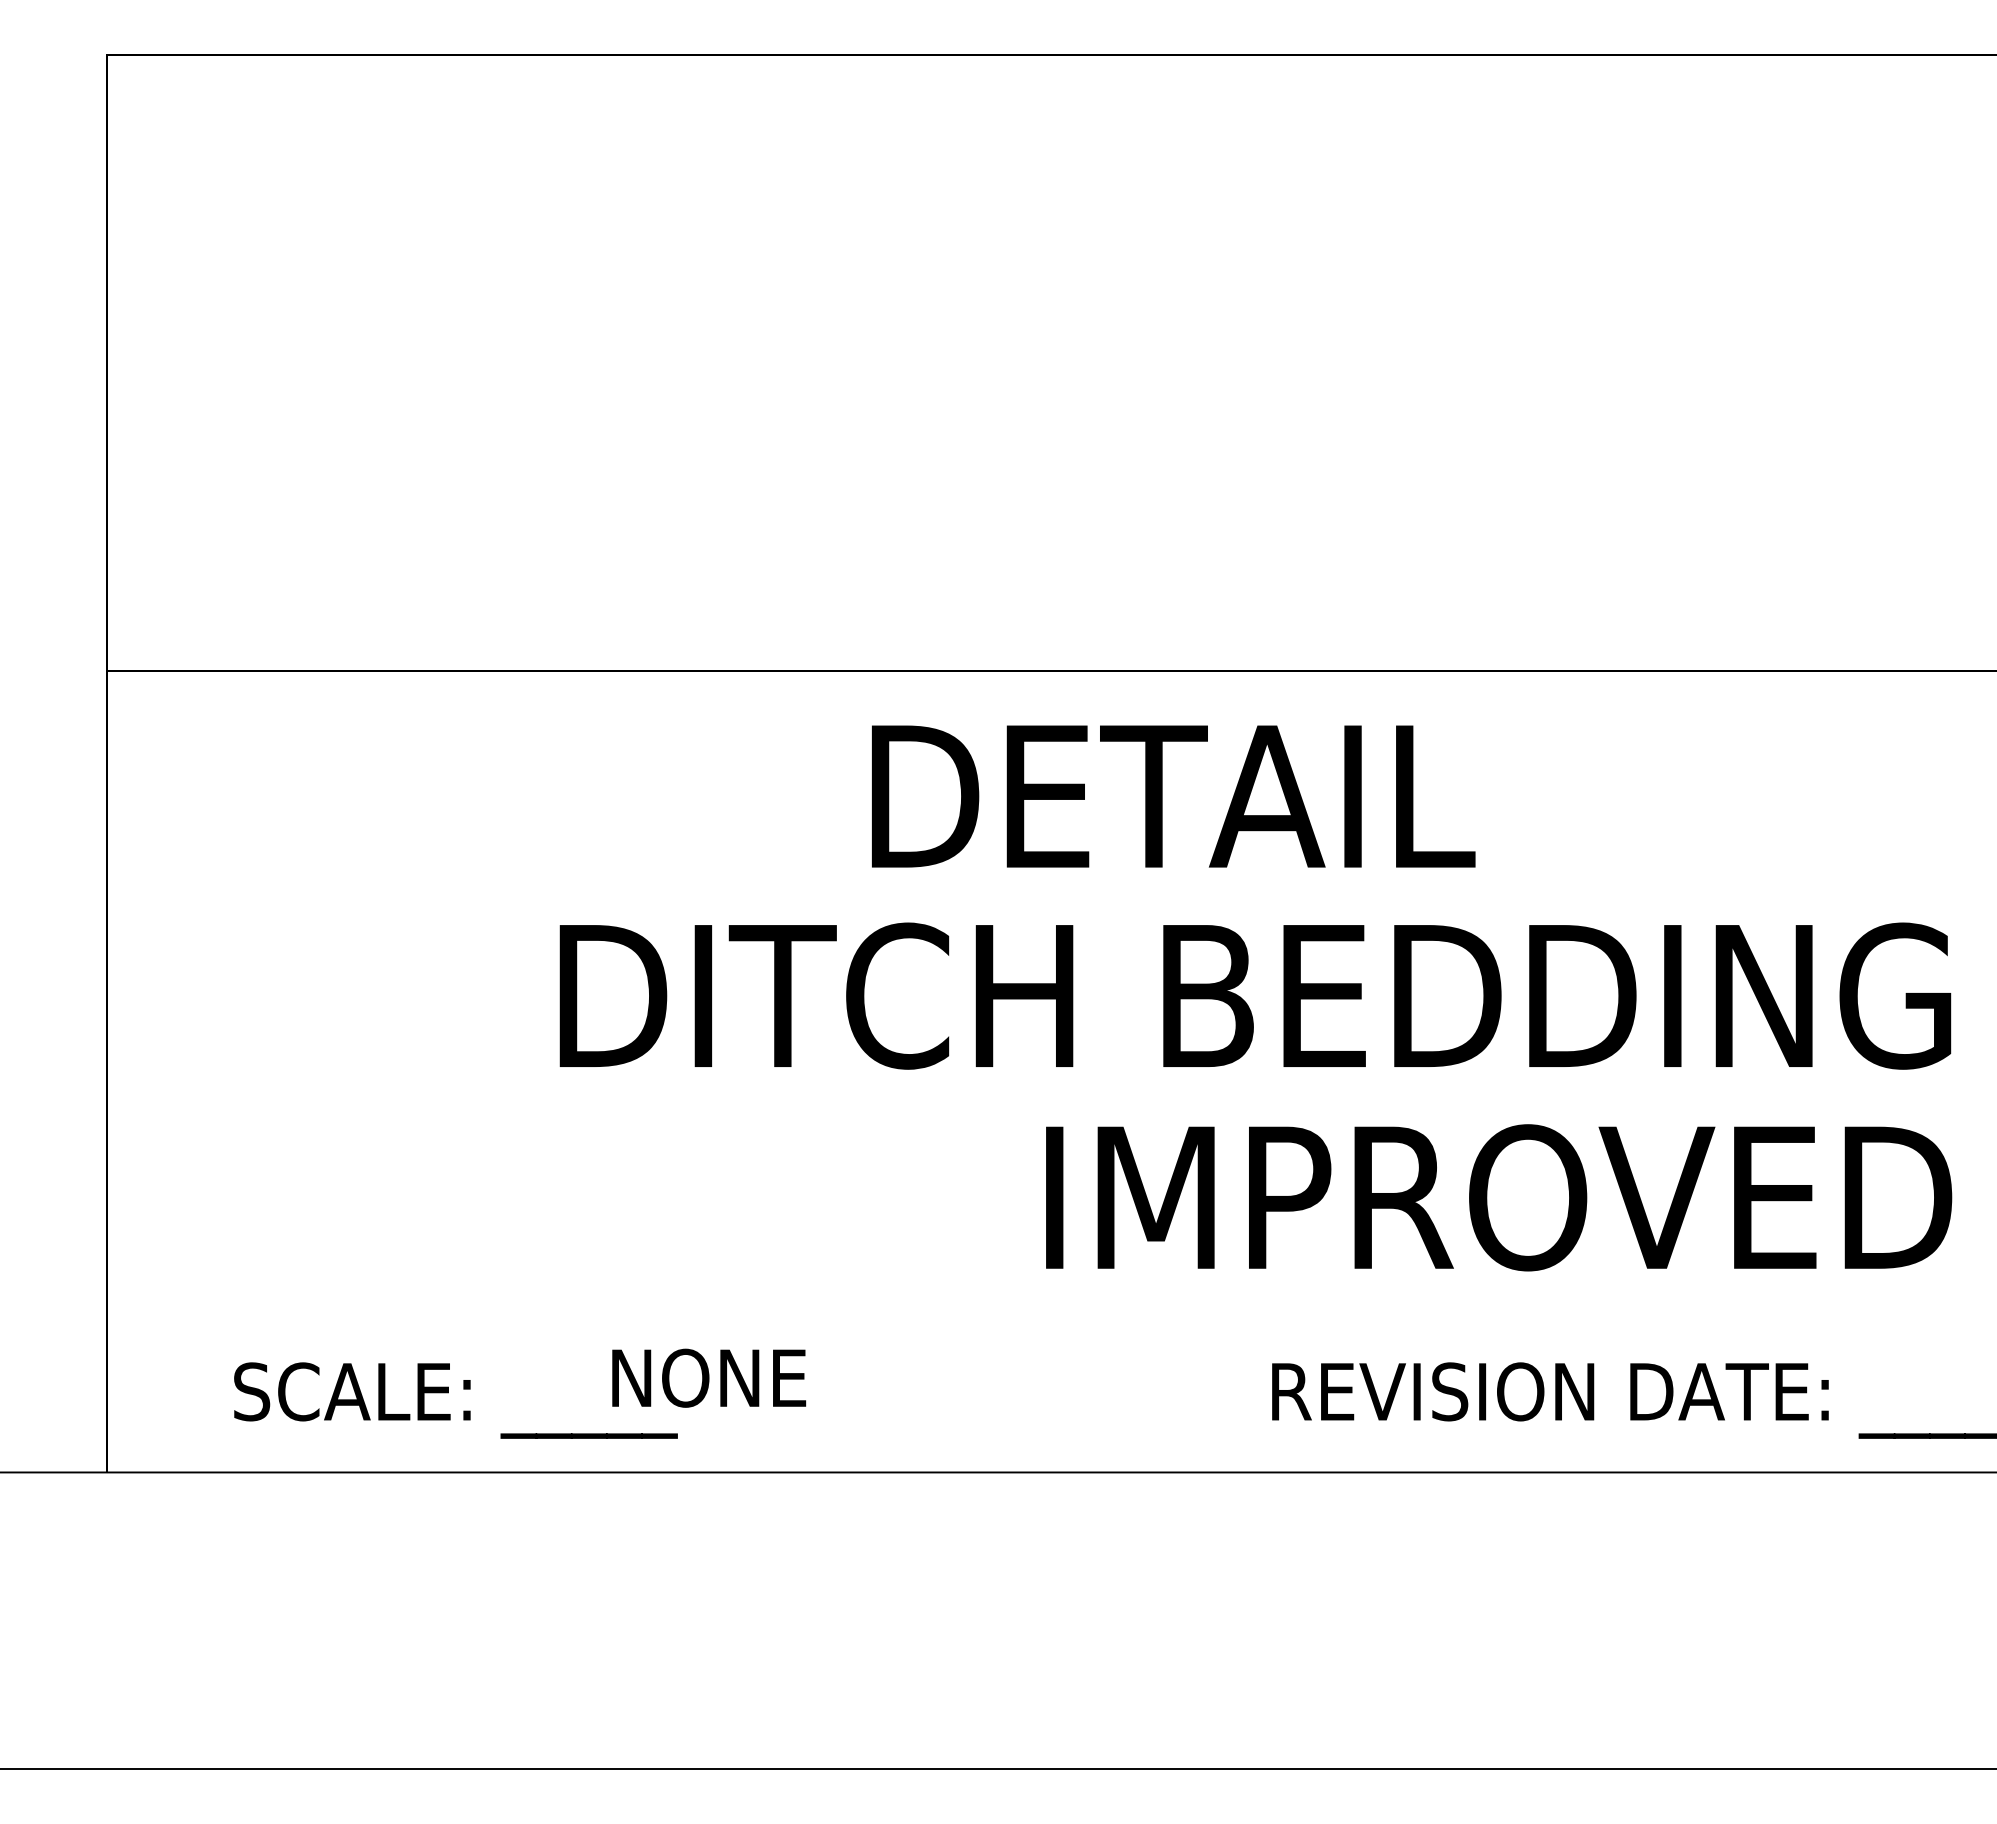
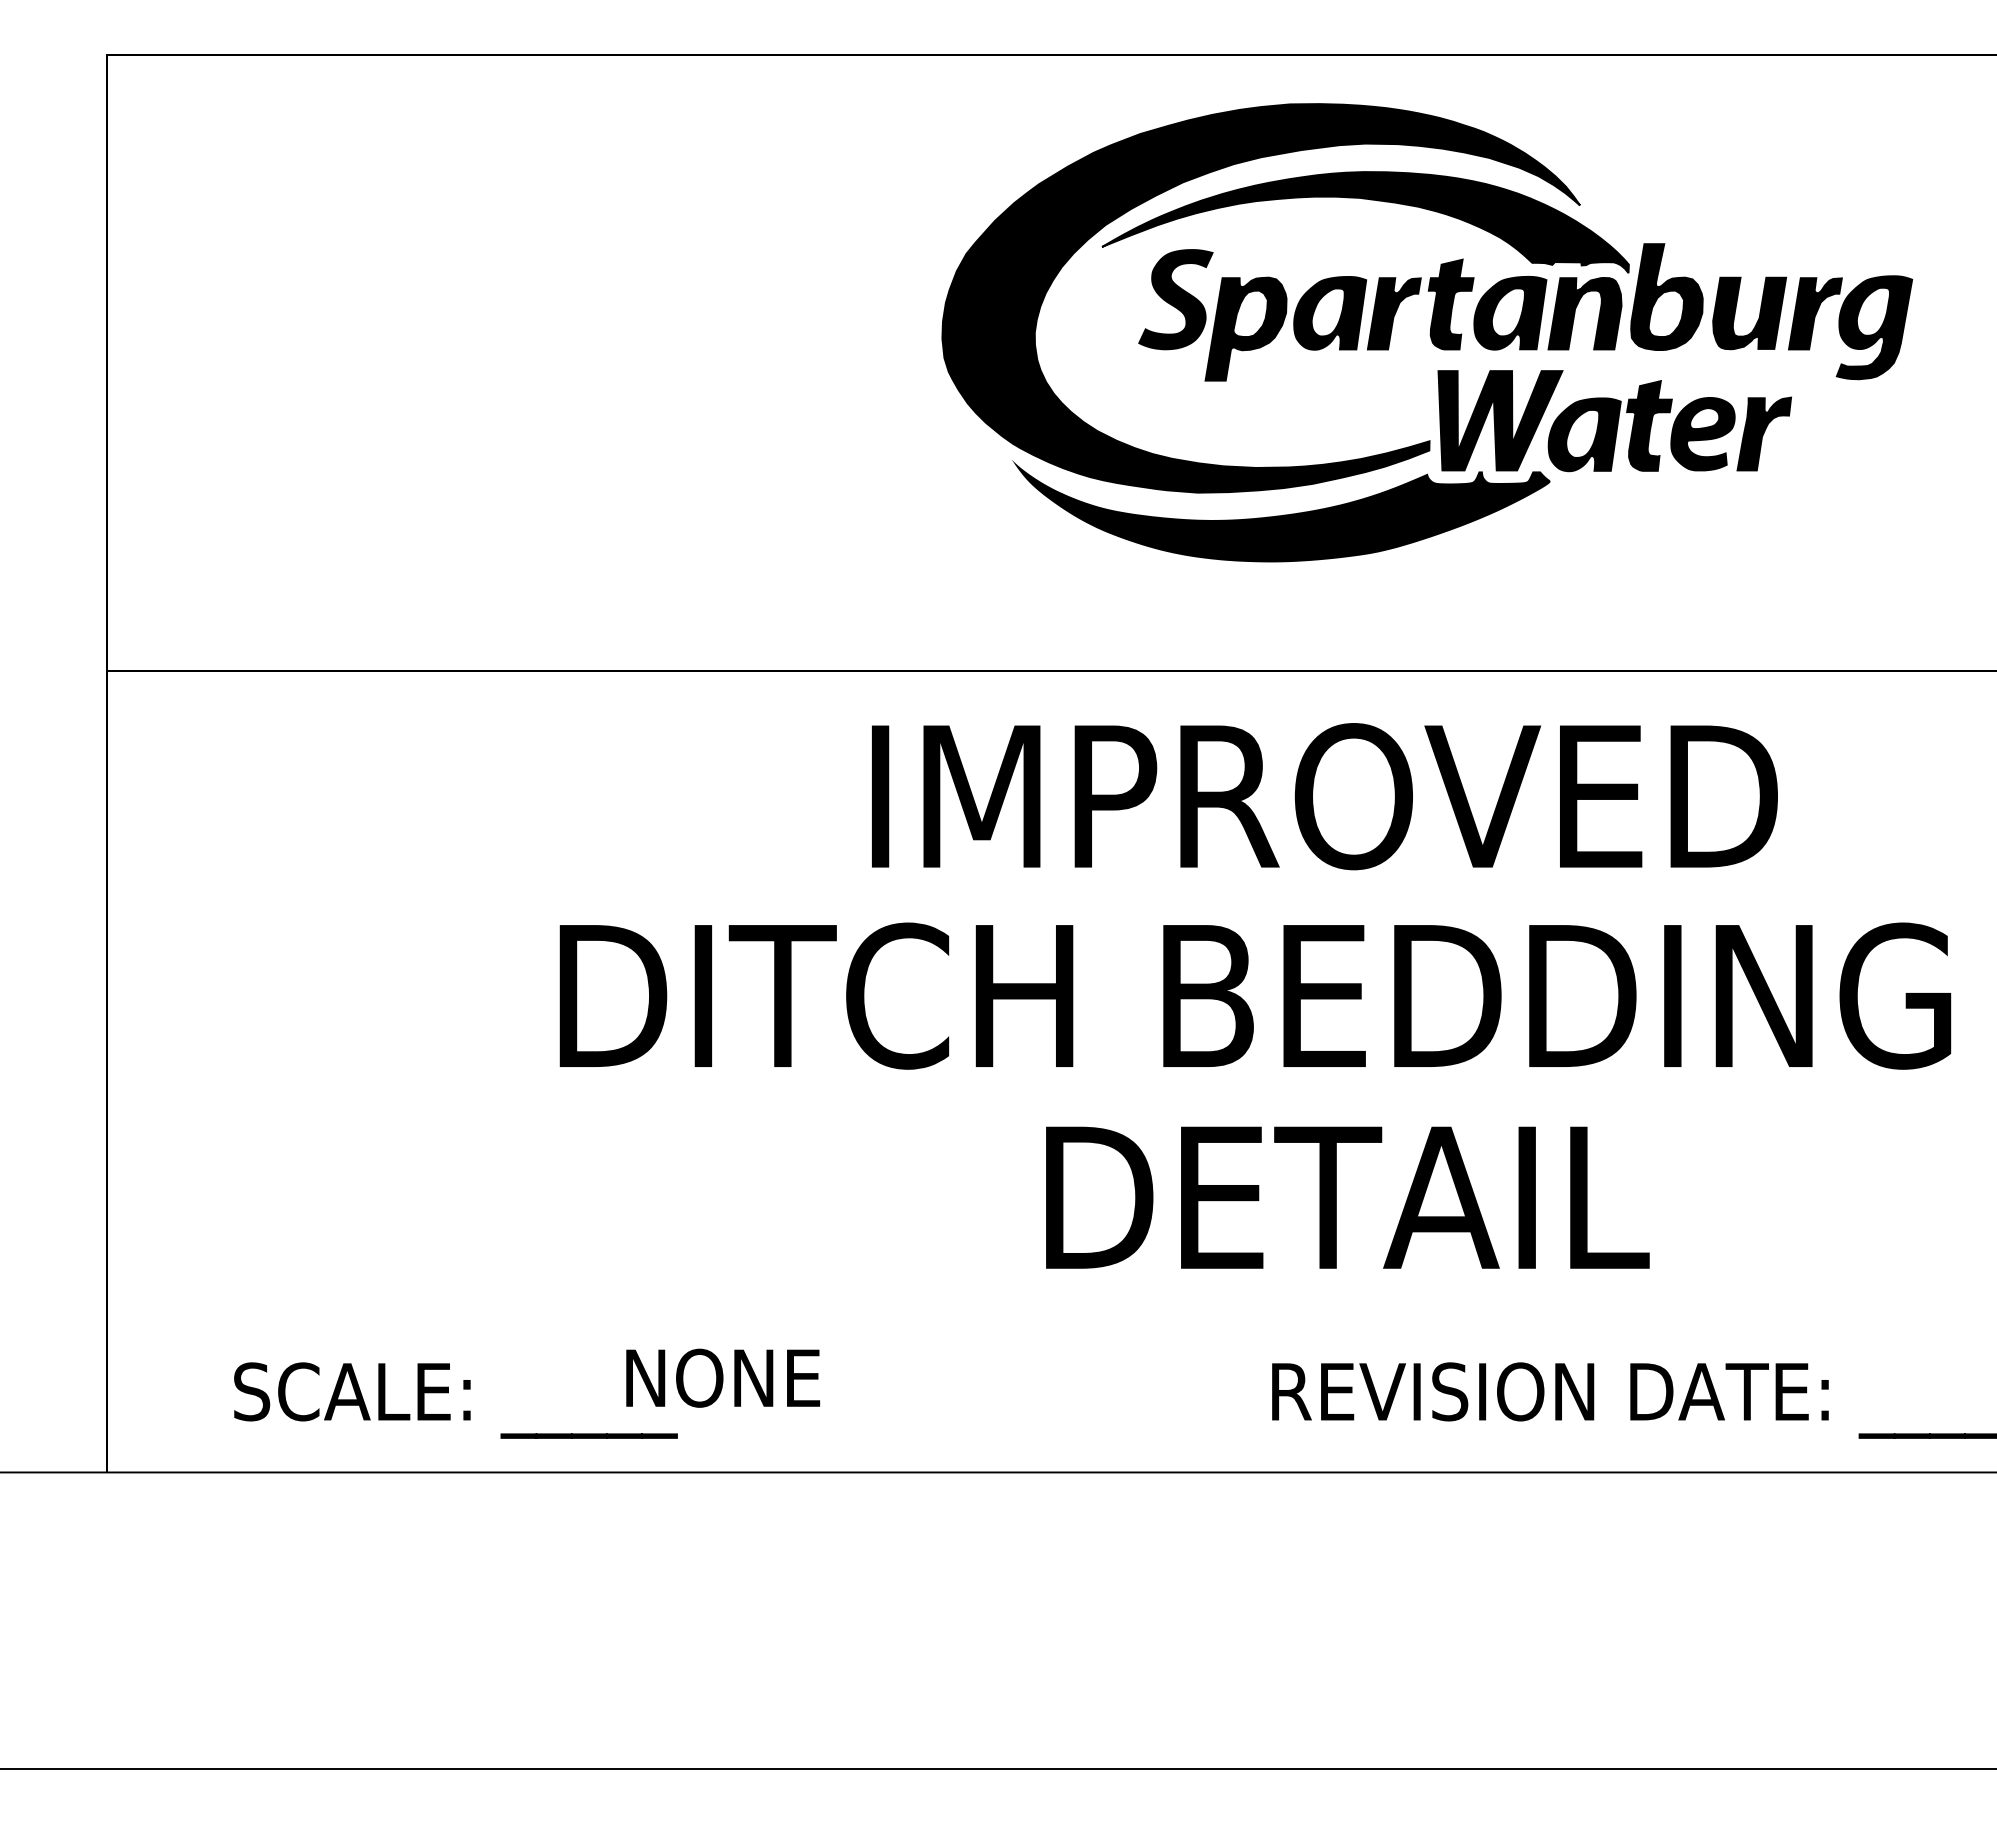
part at (1427, 332): none -> present
text at (1333, 796): DETAIL -> IMPROVED
text at (1507, 1197): IMPROVED -> DETAIL
text at (709, 1377) position: (709, 1377) -> (723, 1377)
